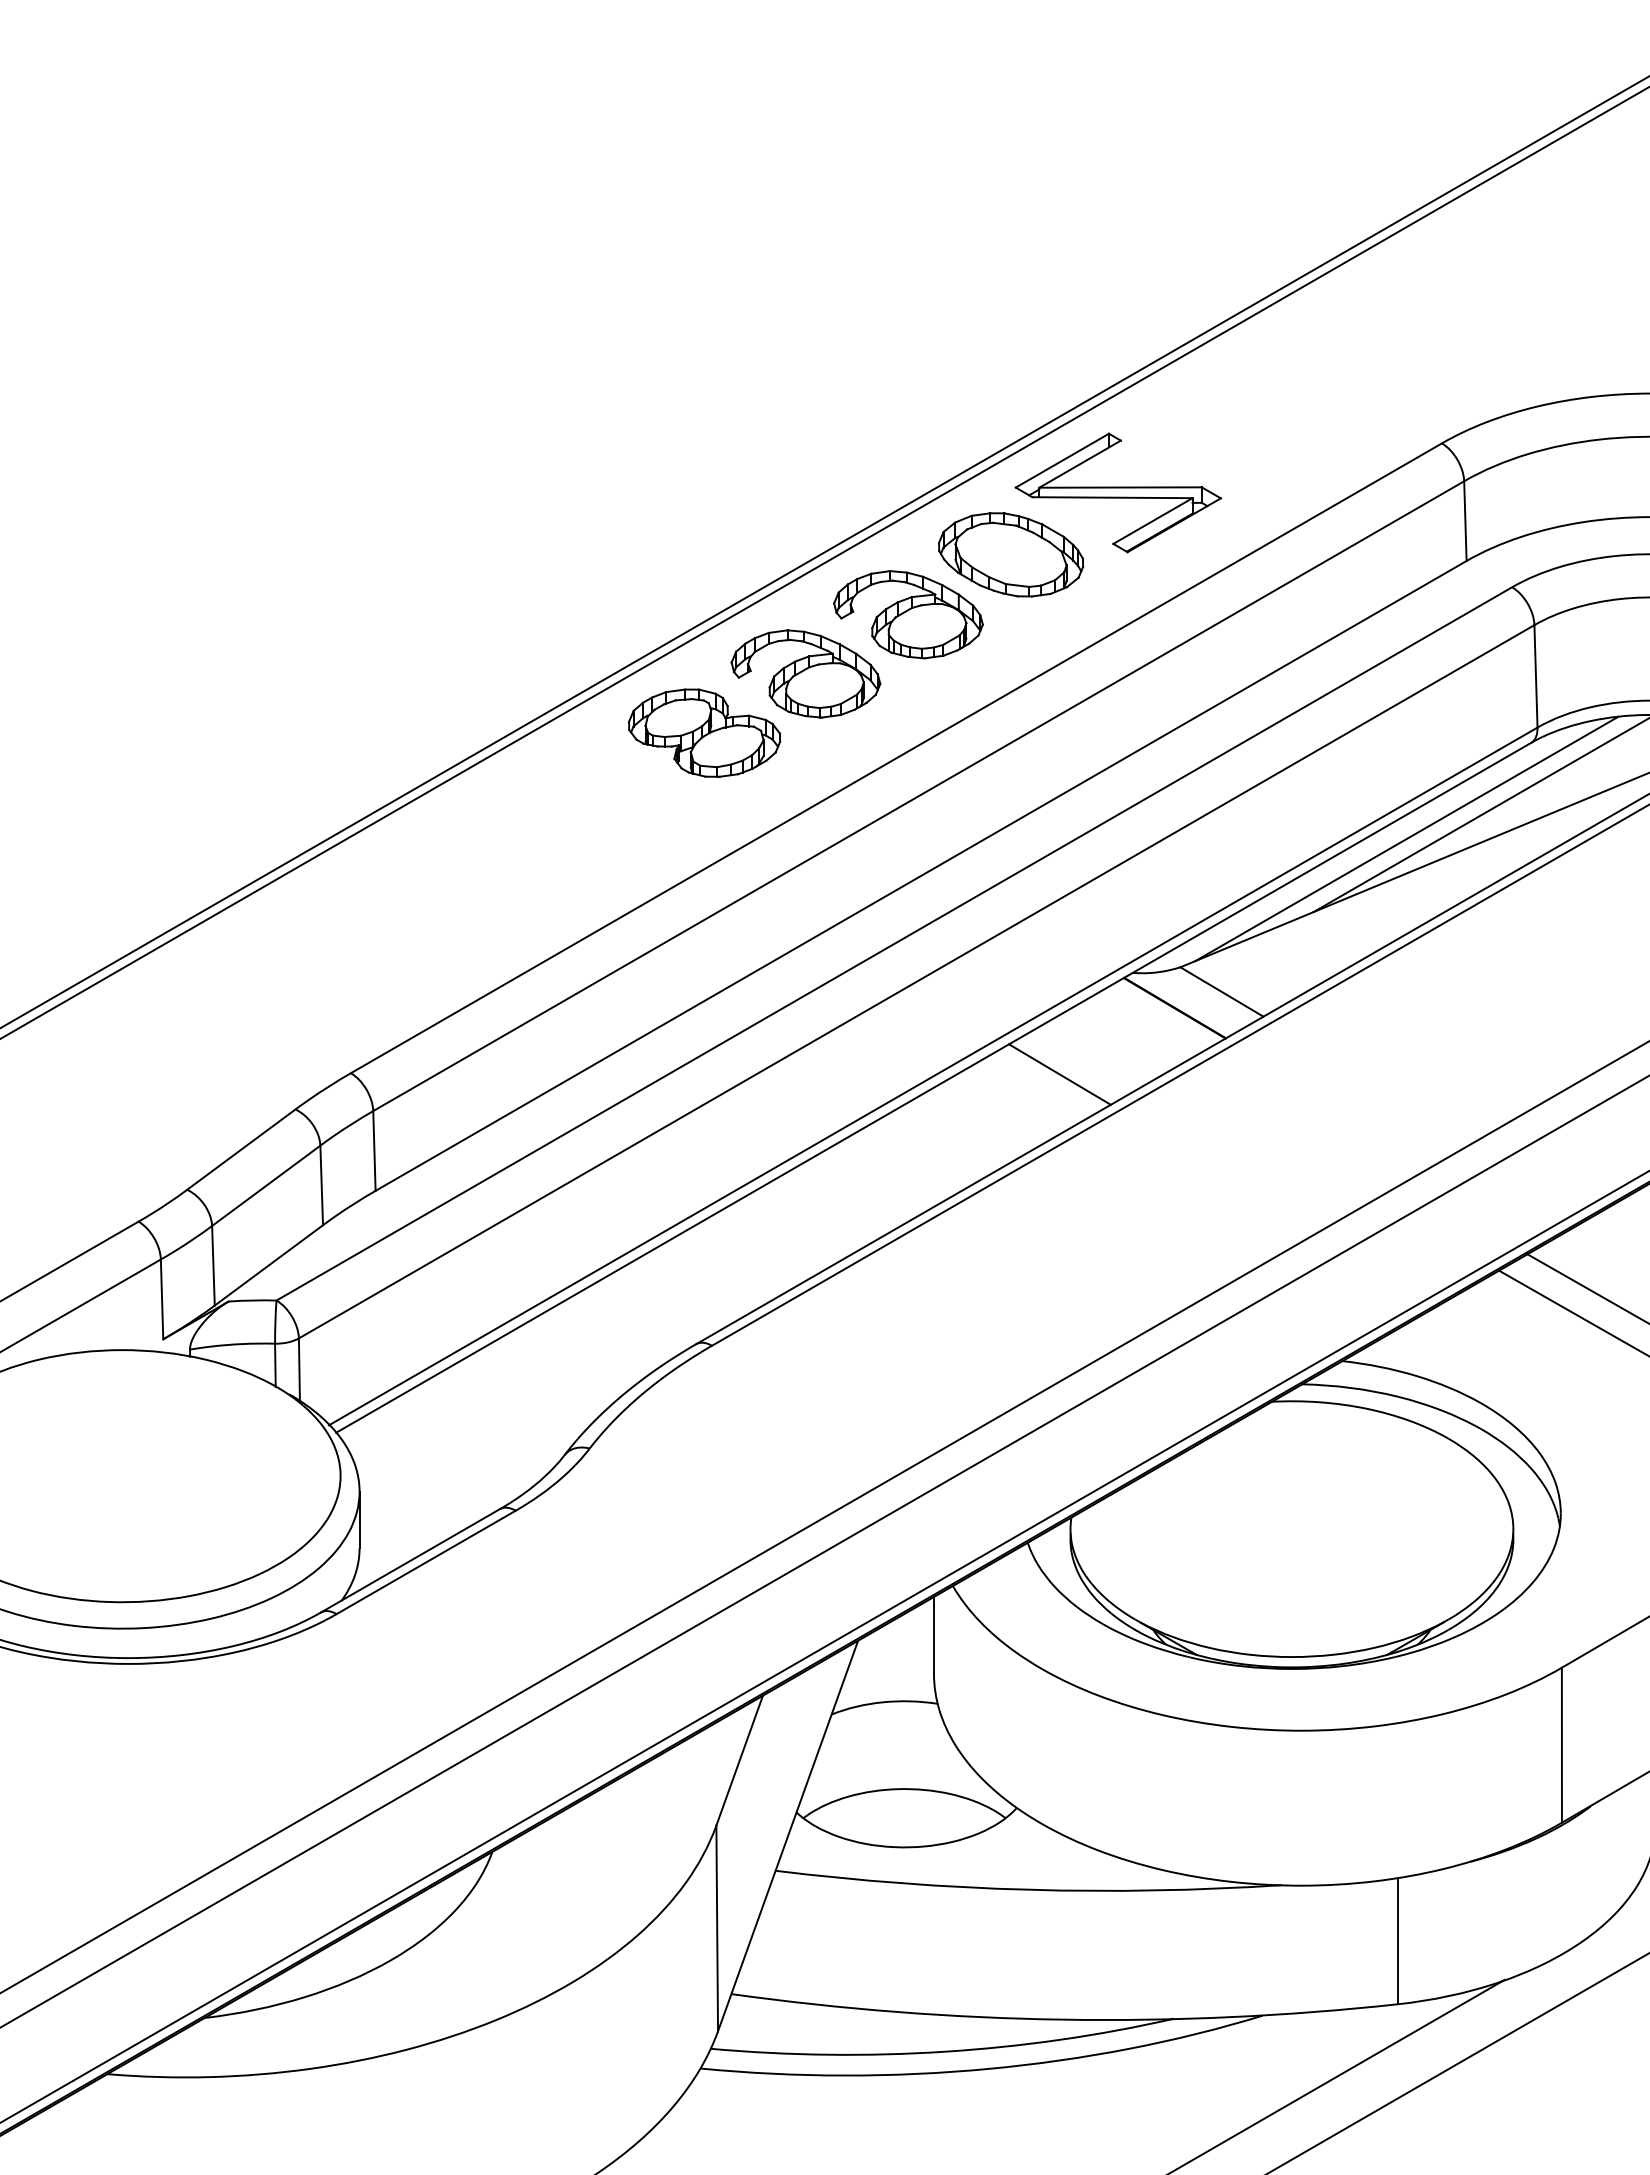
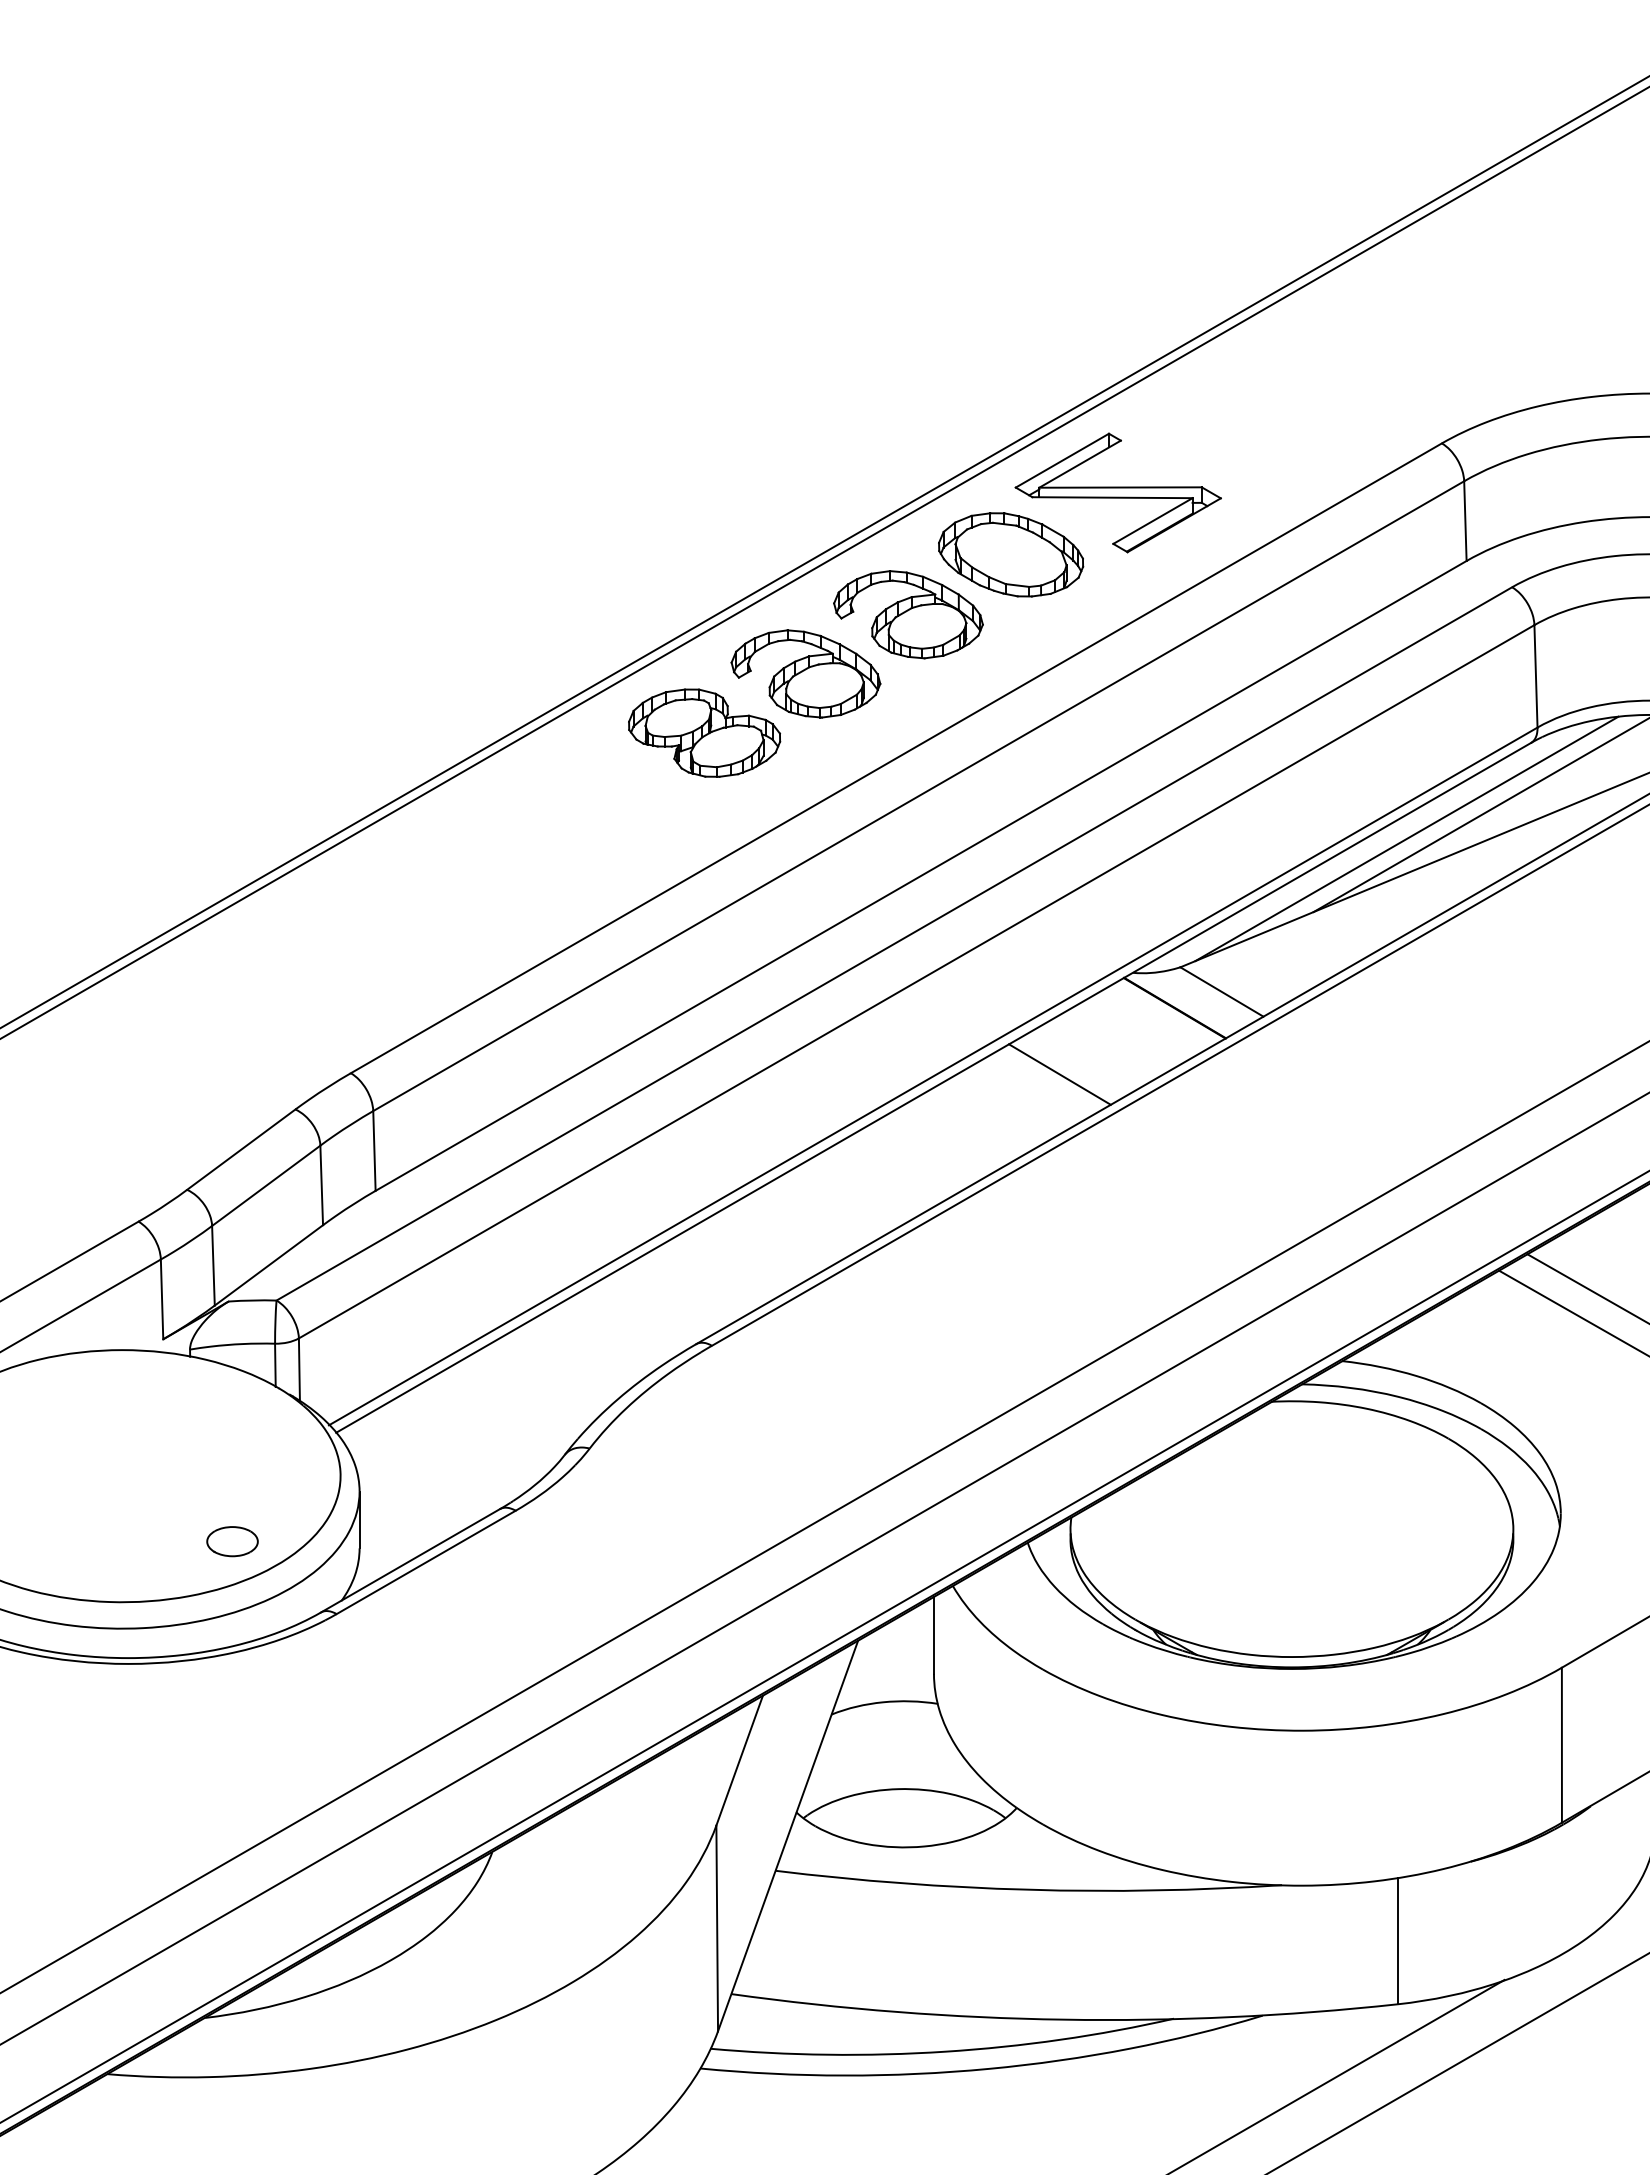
part at (232, 1541): none -> present
line at (824, 1551) position: (824, 1551) -> (824, 1568)
